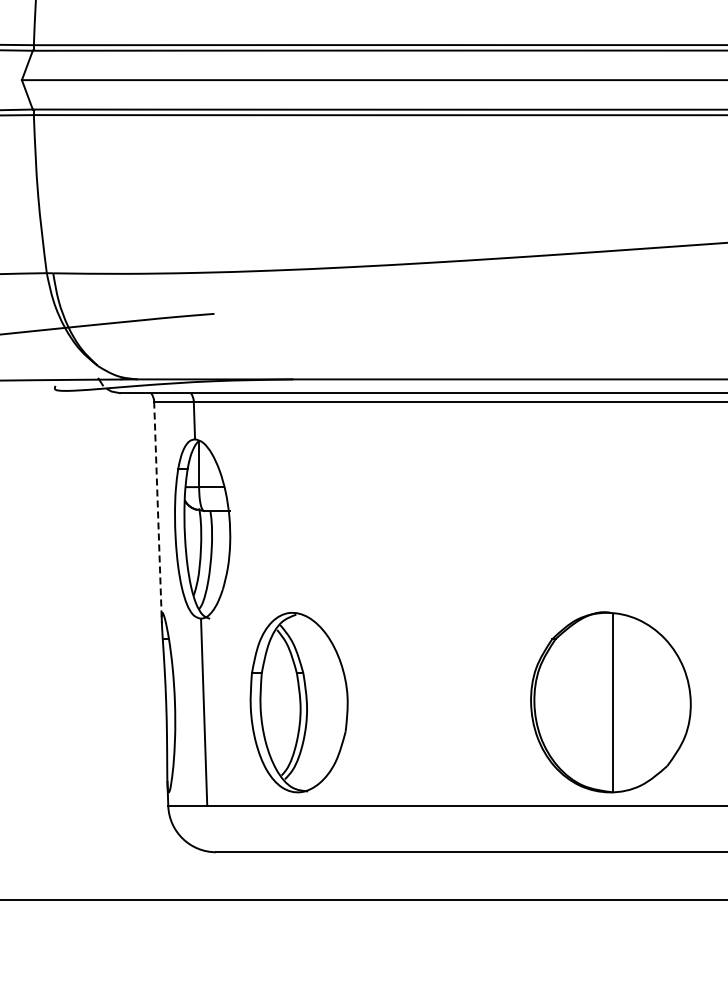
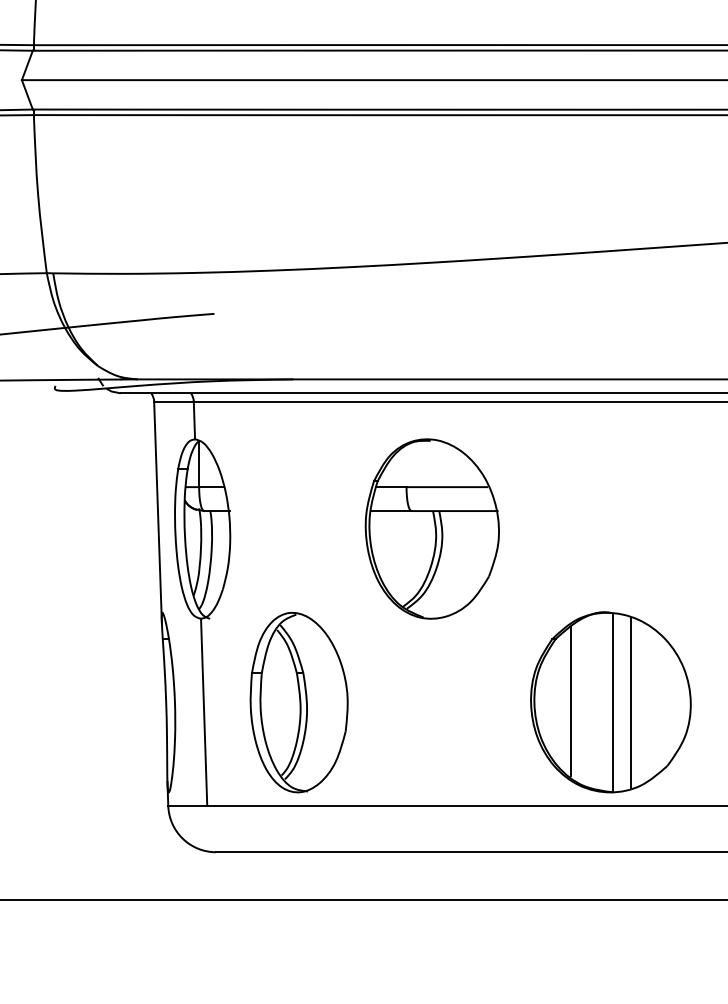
line at (158, 513): dashed -> solid
part at (431, 528): none -> present
line at (570, 701): none -> present
line at (630, 702): none -> present
